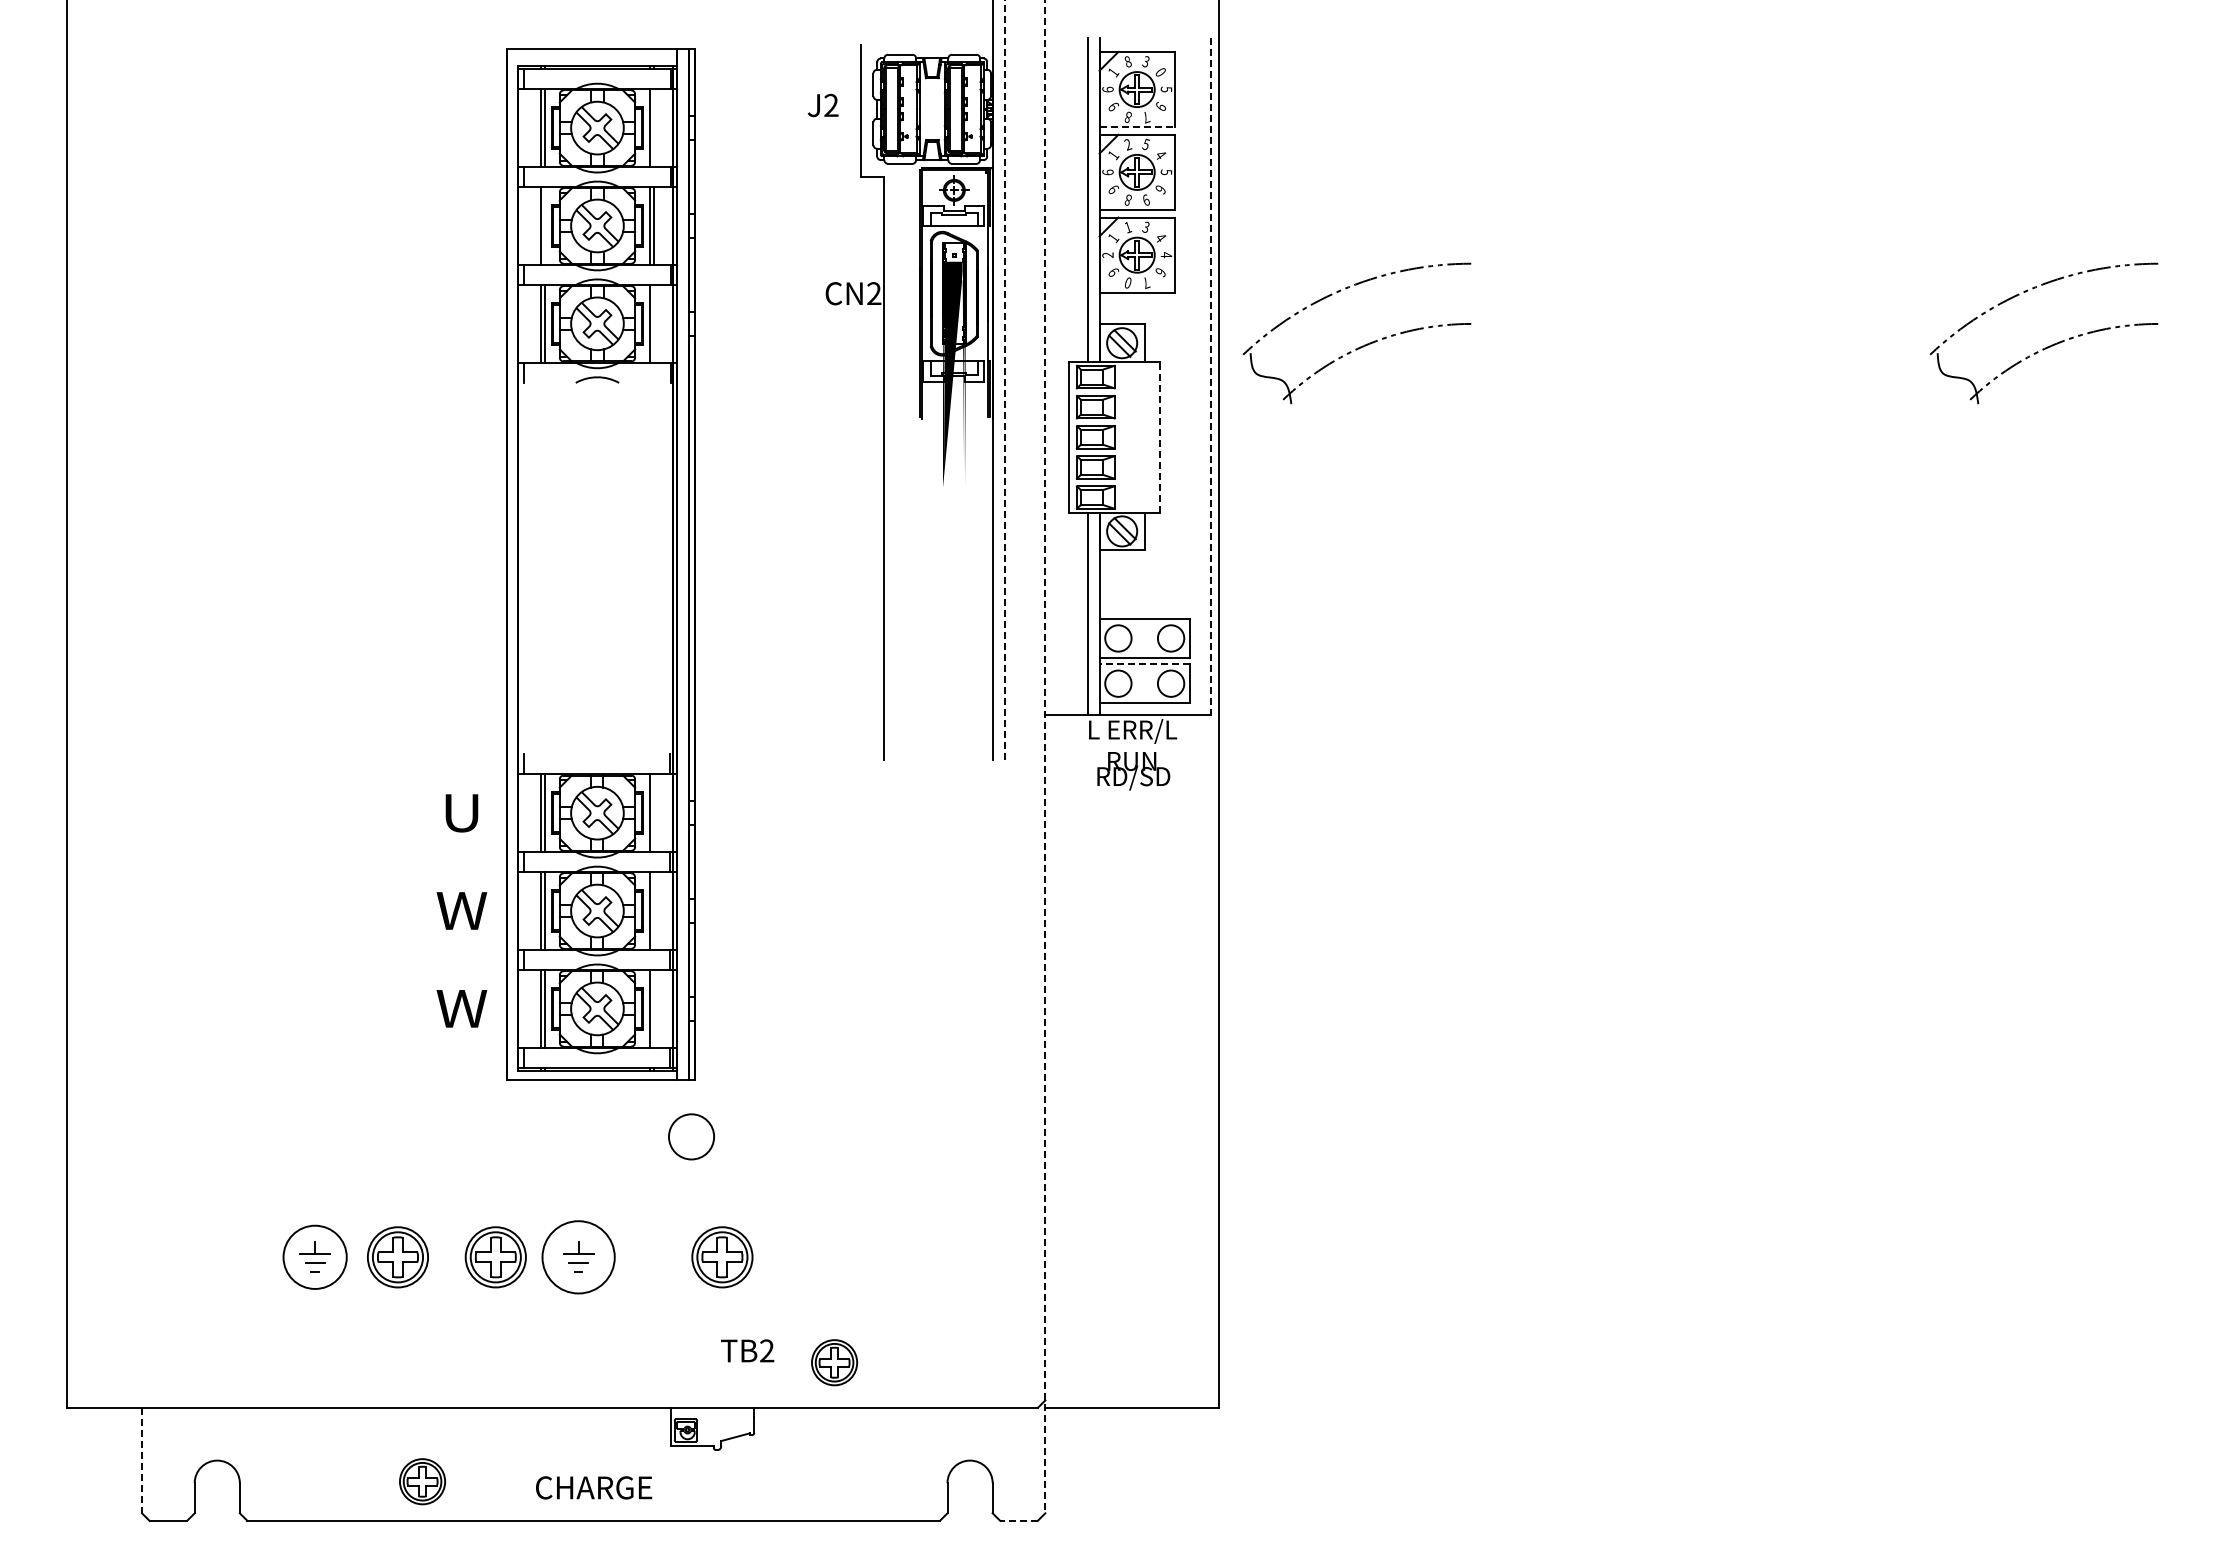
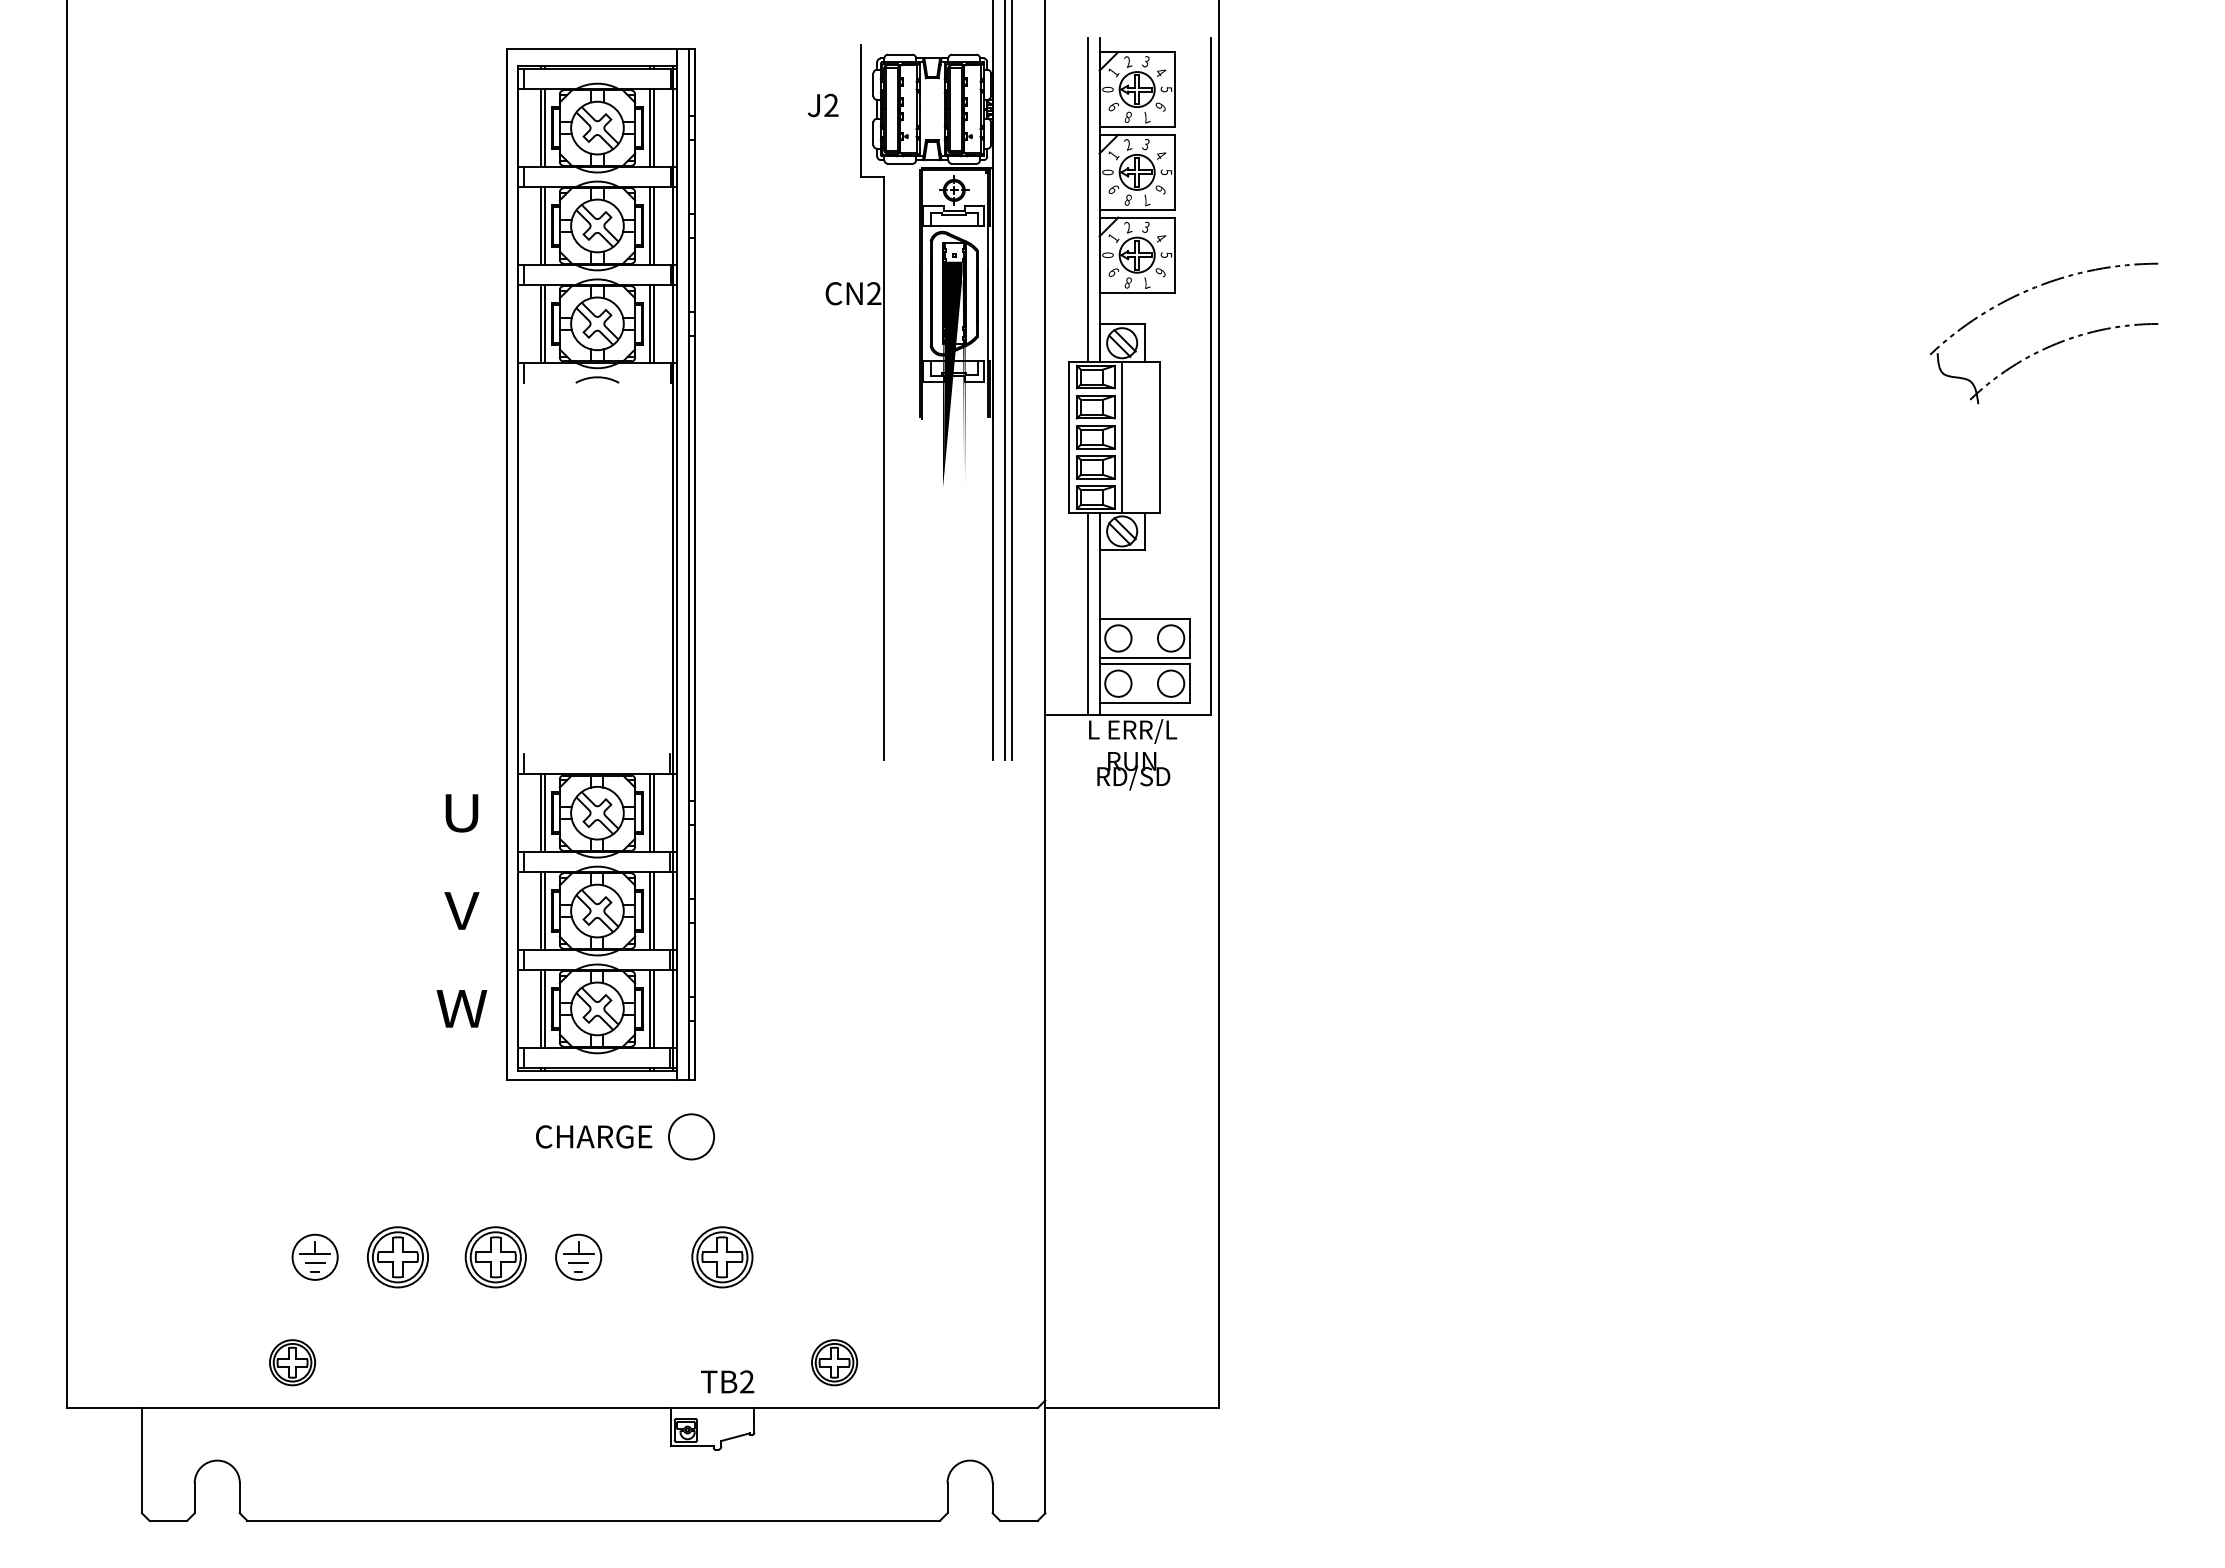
text at (1128, 61): 8 -> 2
text at (1160, 72): 0 -> 4
text at (1107, 89): 6 -> 0
text at (1160, 106): 9 -> 6
line at (653, 127): none -> present
line at (1137, 127): dashed -> solid
text at (1146, 143): 5 -> 3
text at (1107, 172): 6 -> 0
text at (1146, 200): 9 -> 7
line at (544, 225): none -> present
text at (1128, 227): 1 -> 2
text at (1107, 255): 2 -> 0
text at (1166, 255): 4 -> 5
text at (1127, 282): 0 -> 8
line at (653, 323): none -> present
part at (1362, 345): present -> none
line at (1210, 376): dashed -> solid
line at (1004, 380): dashed -> solid
line at (1011, 381): none -> present
line at (1159, 436): dashed -> solid
line at (1122, 437): none -> present
line at (1144, 664): dashed -> solid
line at (1045, 757): dashed -> solid
line at (653, 812): none -> present
text at (461, 910): W -> V
line at (653, 910): none -> present
line at (653, 1008): none -> present
circle at (314, 1256) diameter: 63 px -> 45 px
circle at (578, 1257) diameter: 72 px -> 45 px
text at (747, 1350) position: (747, 1350) -> (727, 1381)
line at (142, 1460): dashed -> solid
part at (422, 1481) position: (422, 1481) -> (292, 1362)
text at (594, 1487) position: (594, 1487) -> (594, 1136)
line at (1019, 1520): dashed -> solid
